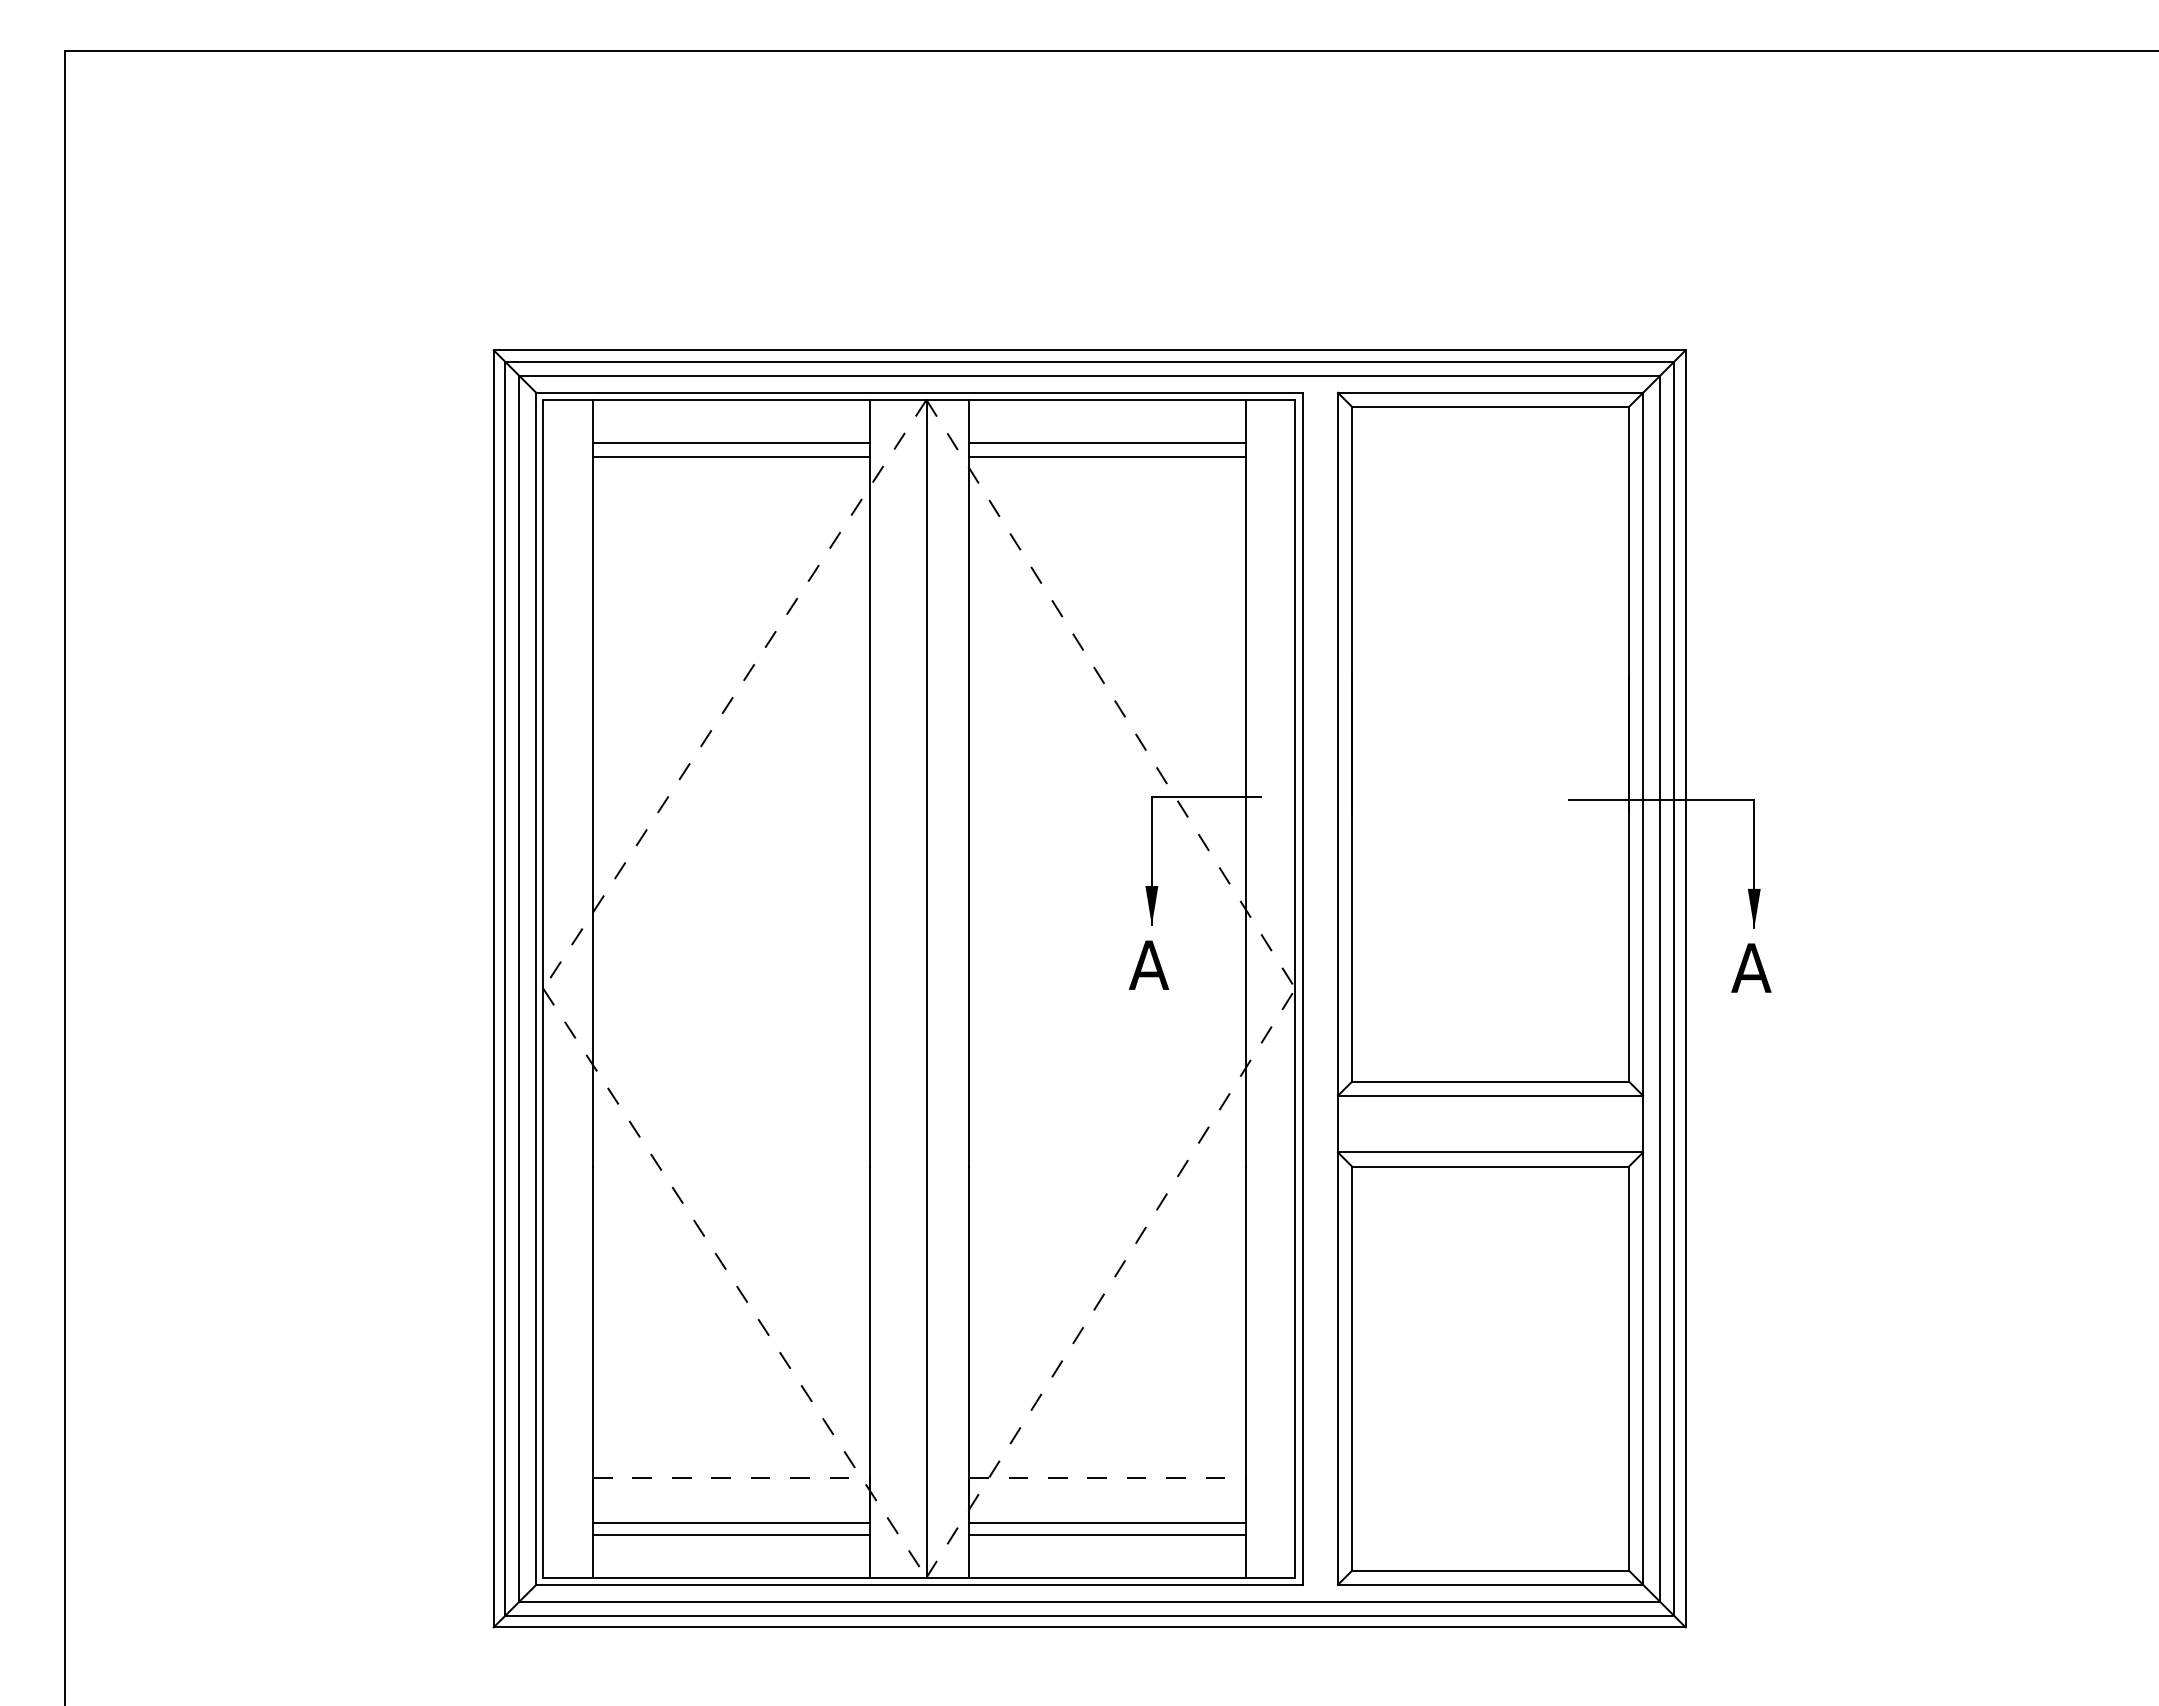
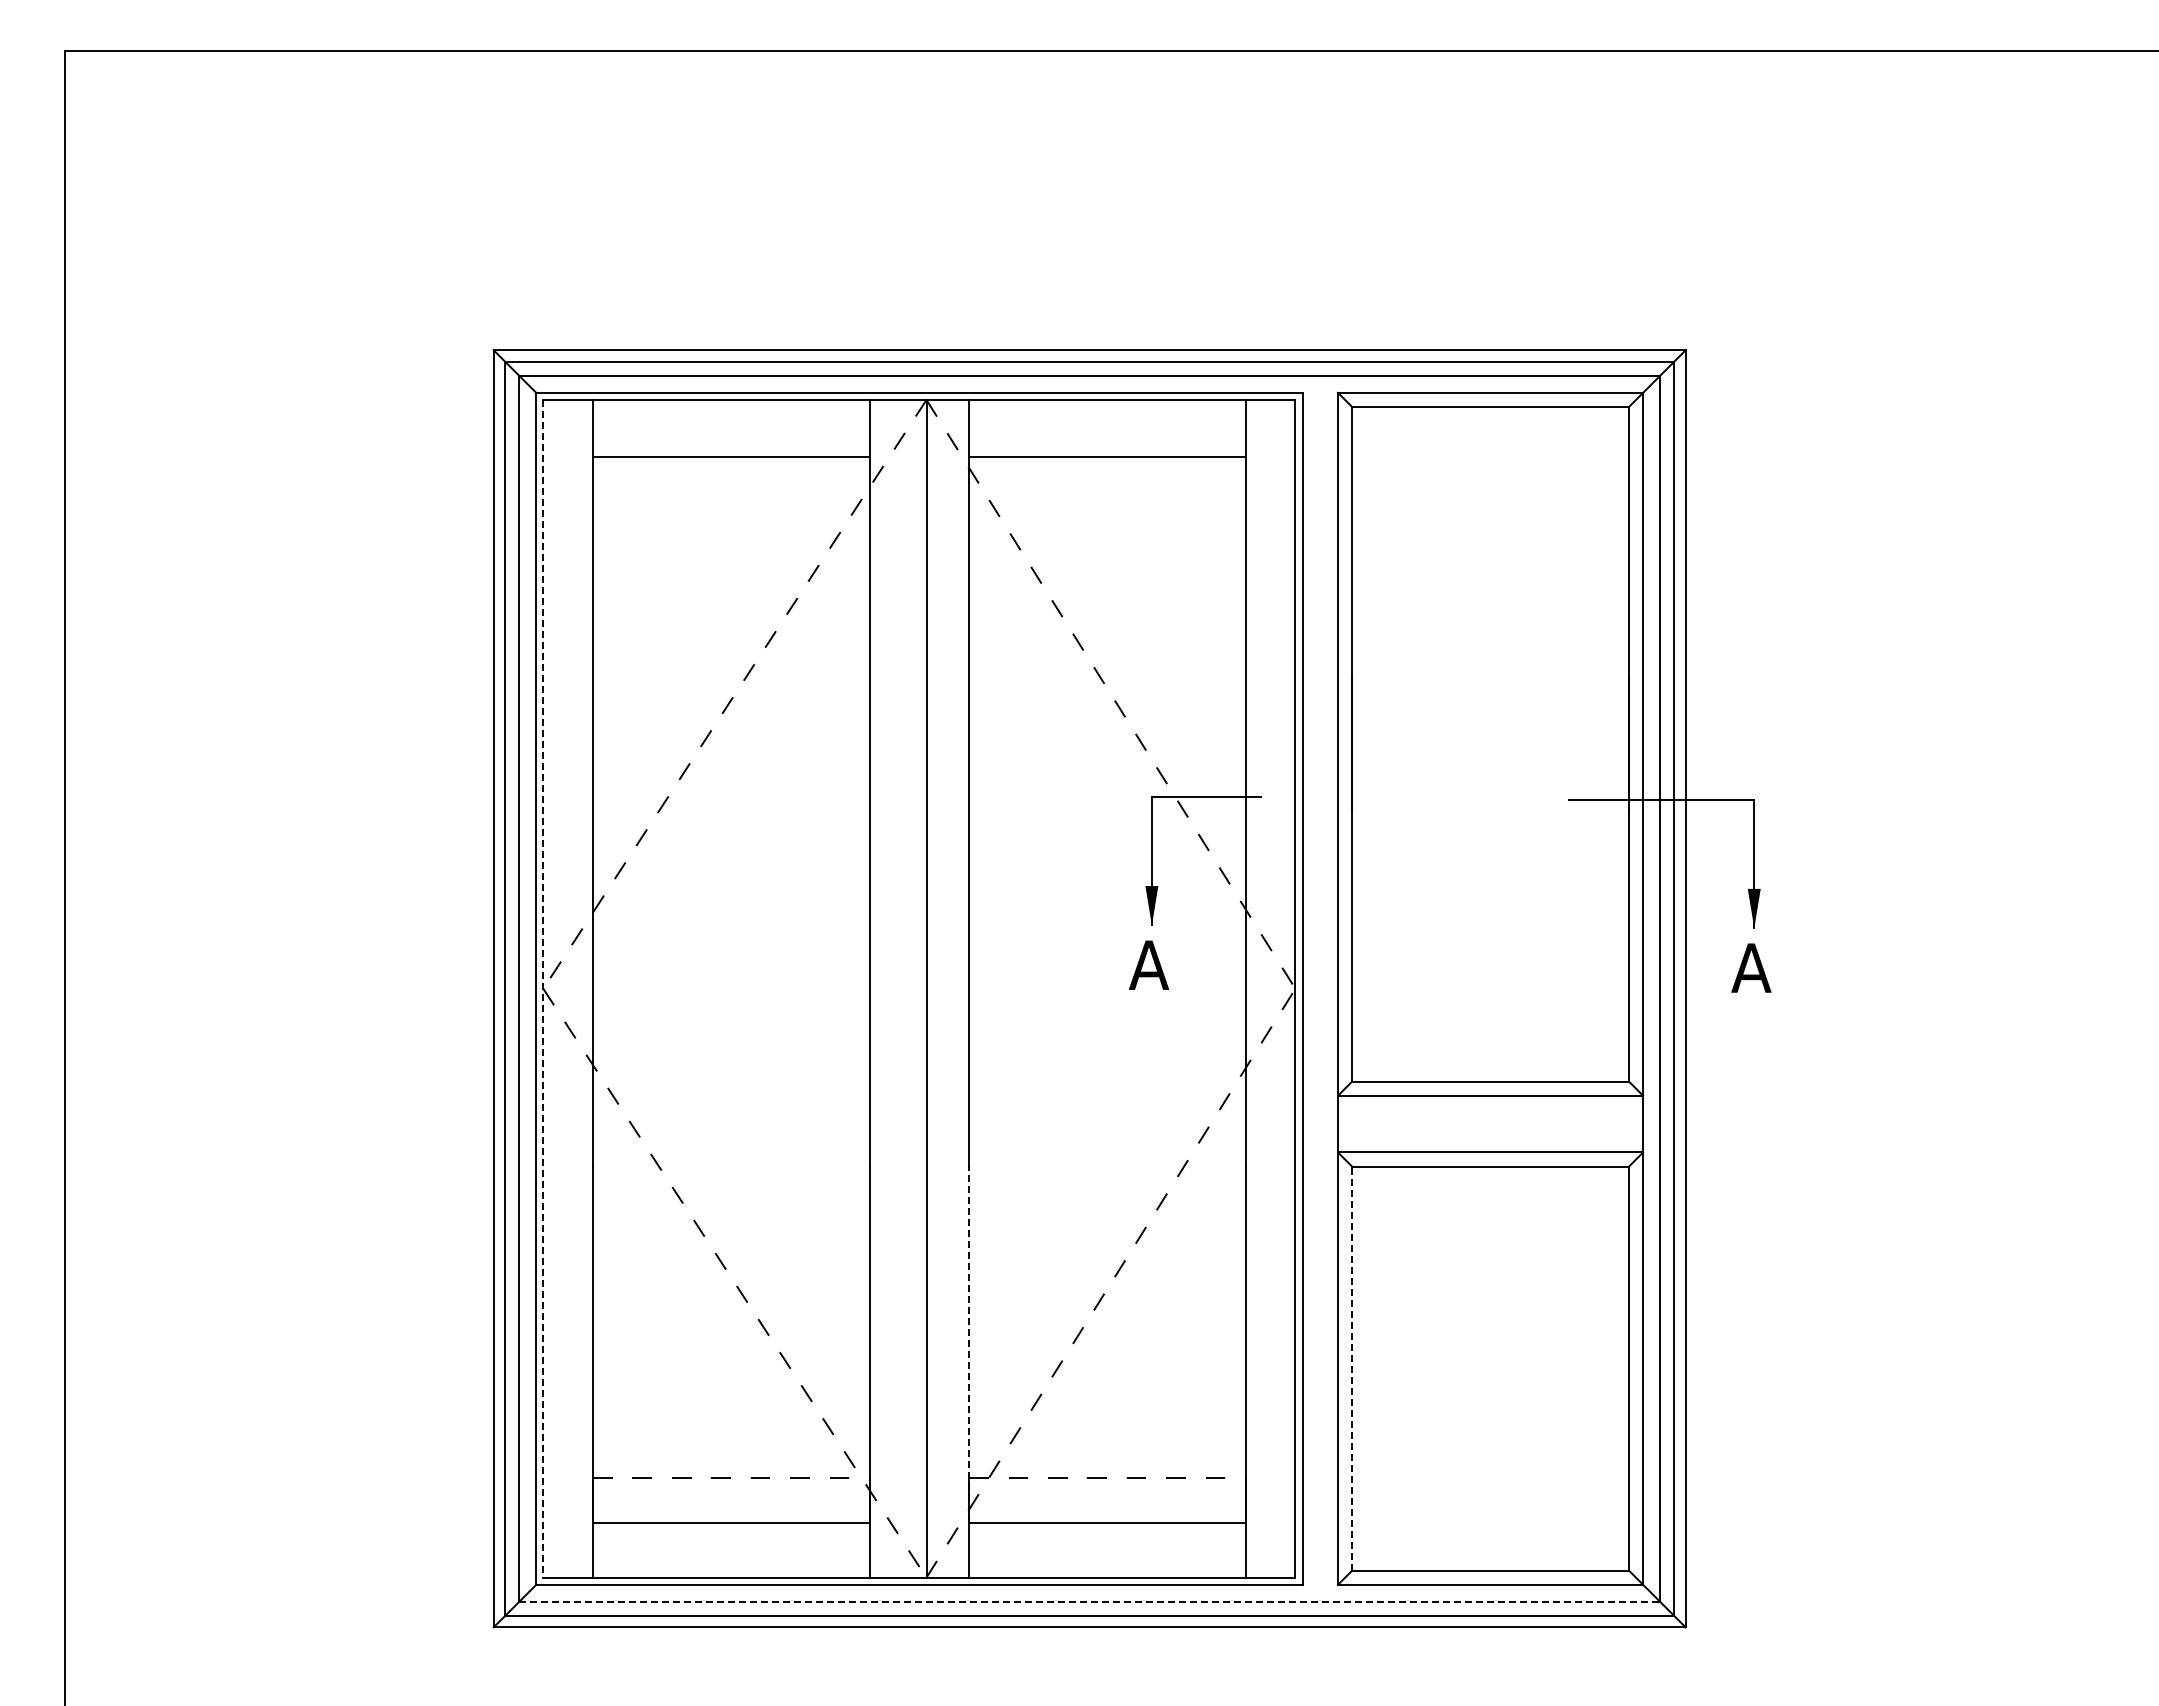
line at (731, 442): present -> none
line at (1107, 442): present -> none
line at (543, 988): solid -> dashed
line at (969, 1344): solid -> dashed
line at (1352, 1368): solid -> dashed
line at (731, 1535): present -> none
line at (1107, 1535): present -> none
line at (1090, 1601): solid -> dashed
